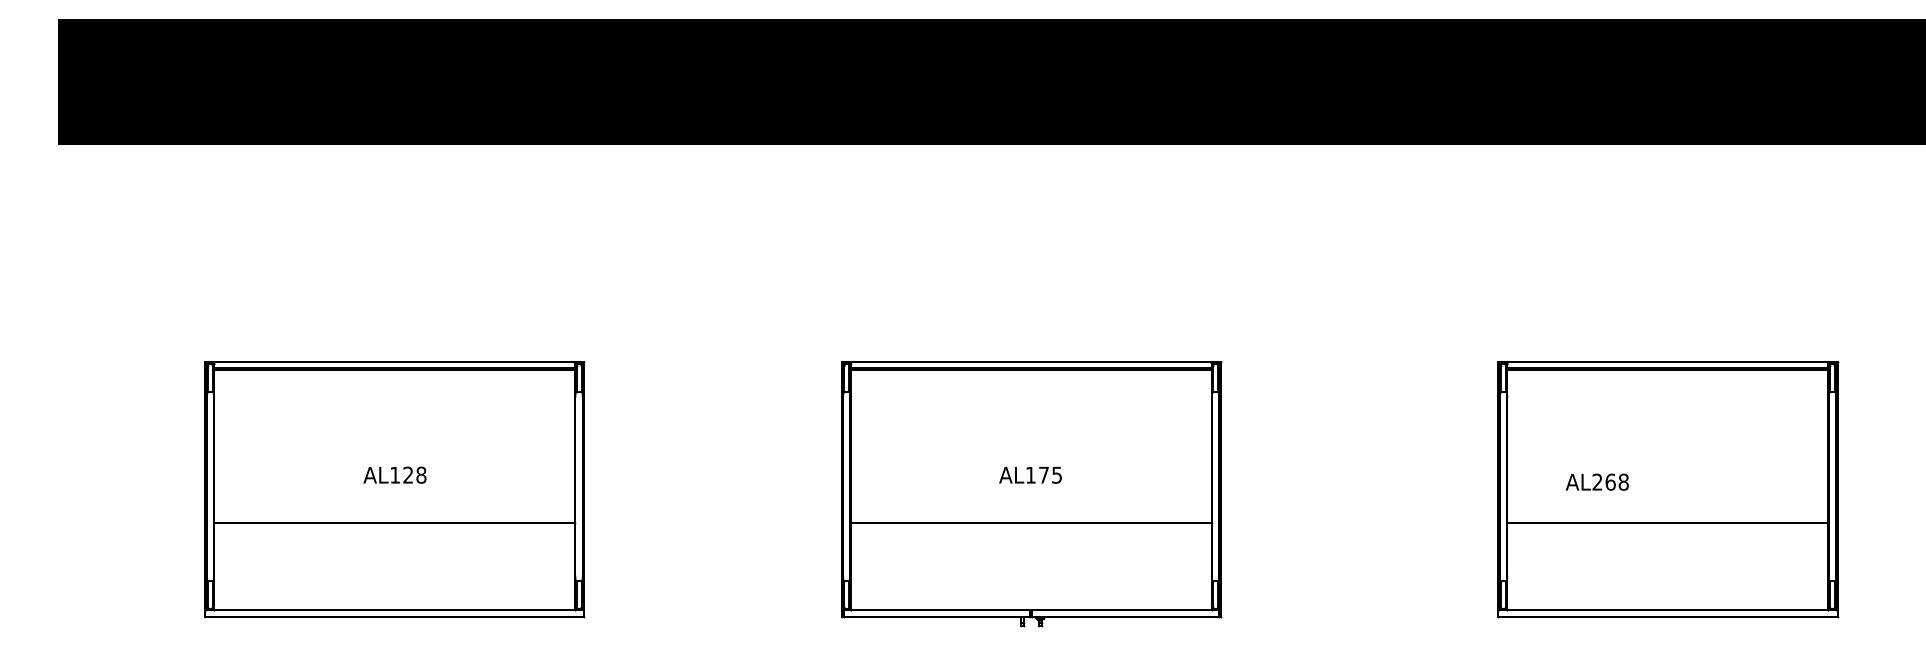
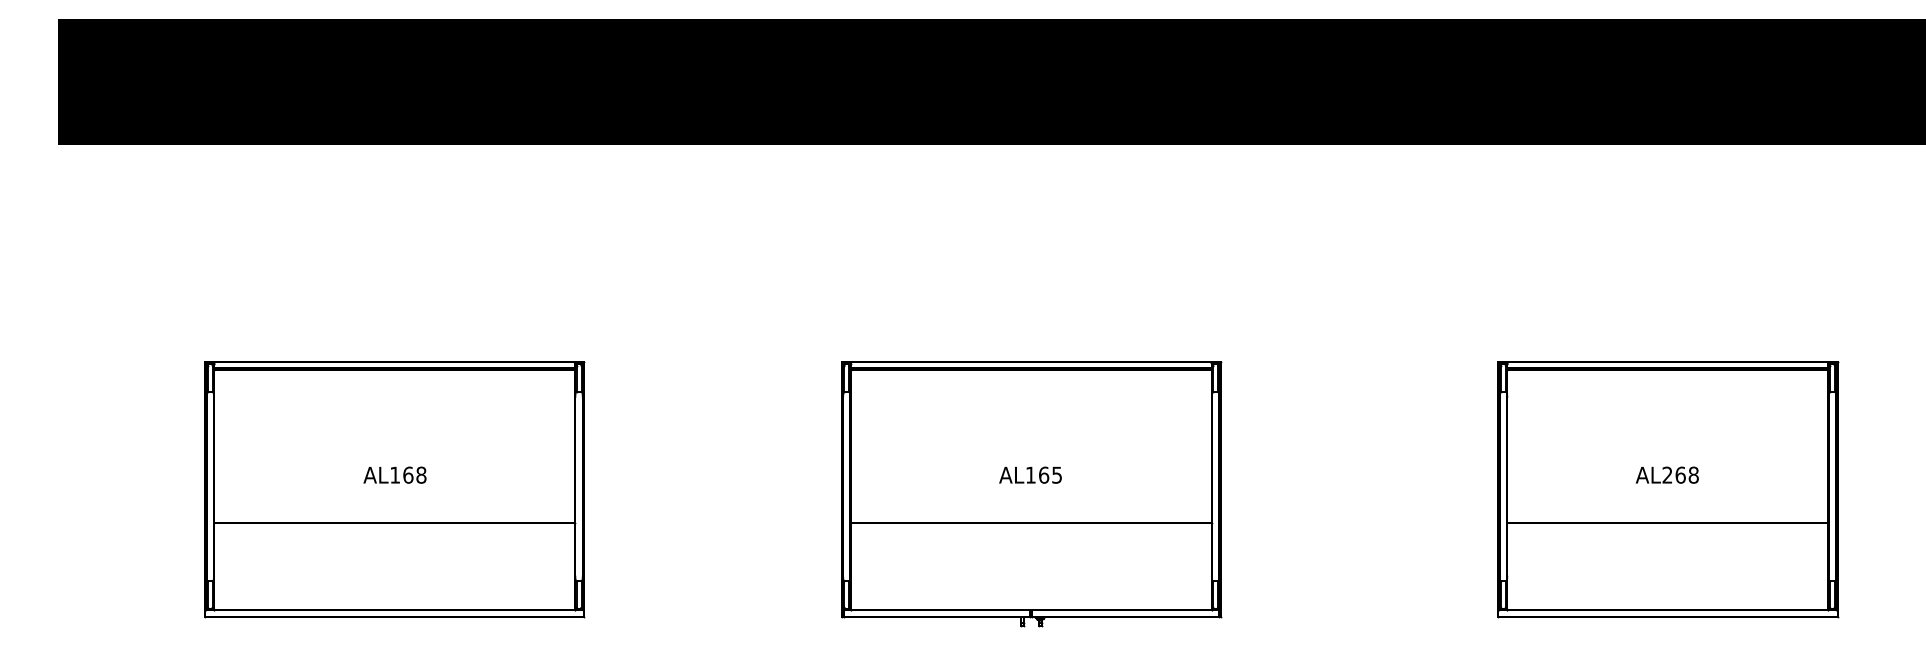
text at (408, 474): AL128 -> AL168
text at (1044, 474): AL175 -> AL165
text at (1596, 481) position: (1596, 481) -> (1666, 474)
